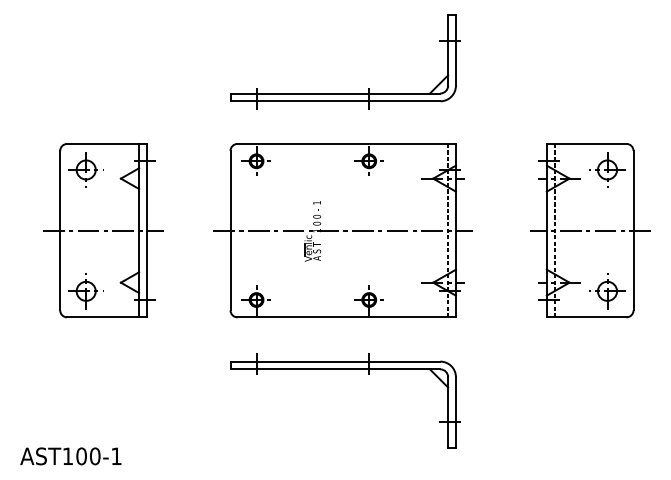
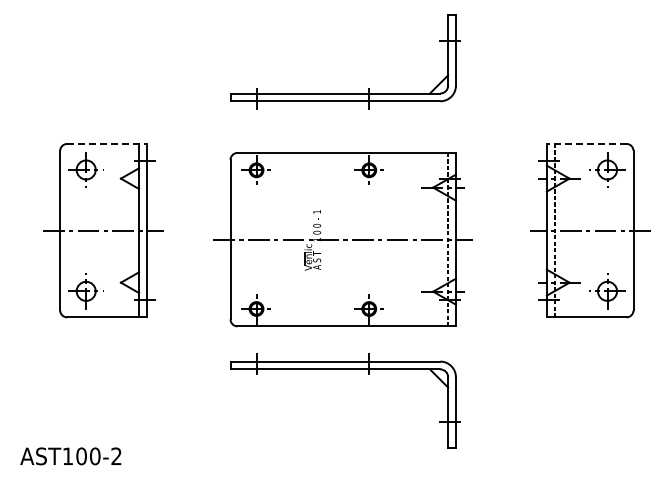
line at (107, 143): solid -> dashed
line at (586, 143): solid -> dashed
part at (342, 230) position: (342, 230) -> (342, 239)
text at (116, 455): AST100-1 -> AST100-2
